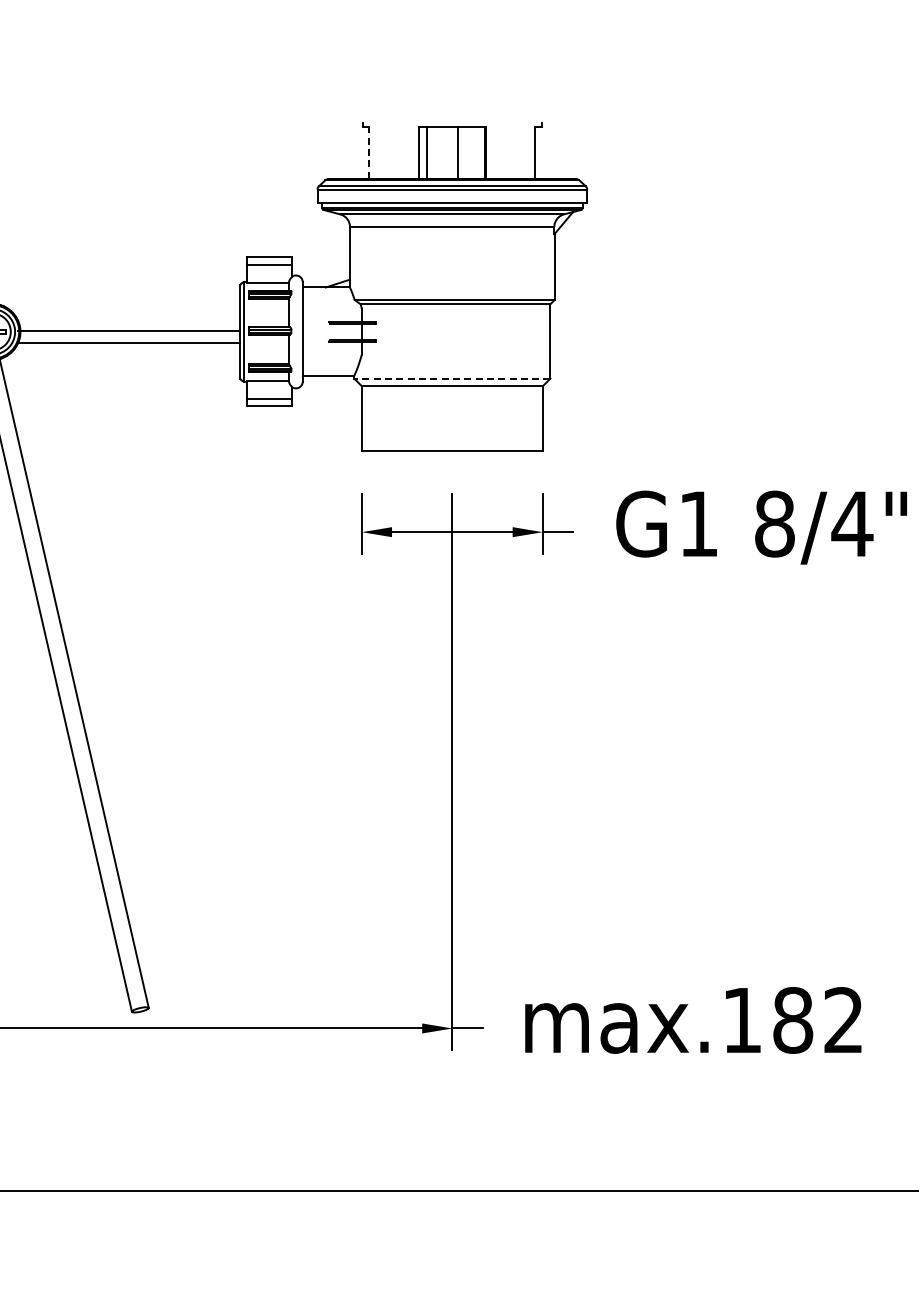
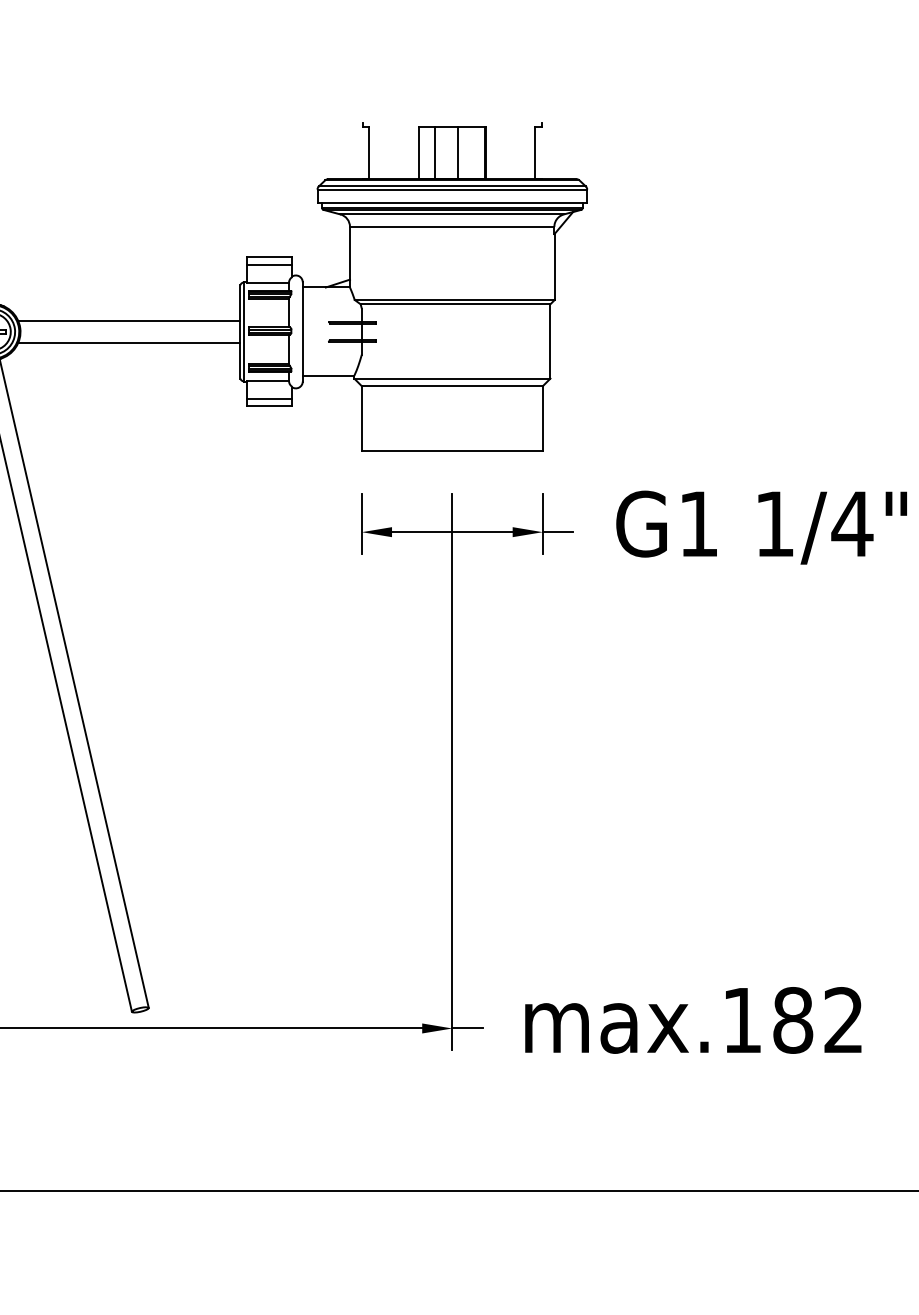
line at (369, 152): dashed -> solid
line at (427, 152) position: (427, 152) -> (435, 152)
line at (129, 331) position: (129, 331) -> (129, 321)
line at (451, 378): dashed -> solid
text at (774, 523): 8/4" -> 1/4"
